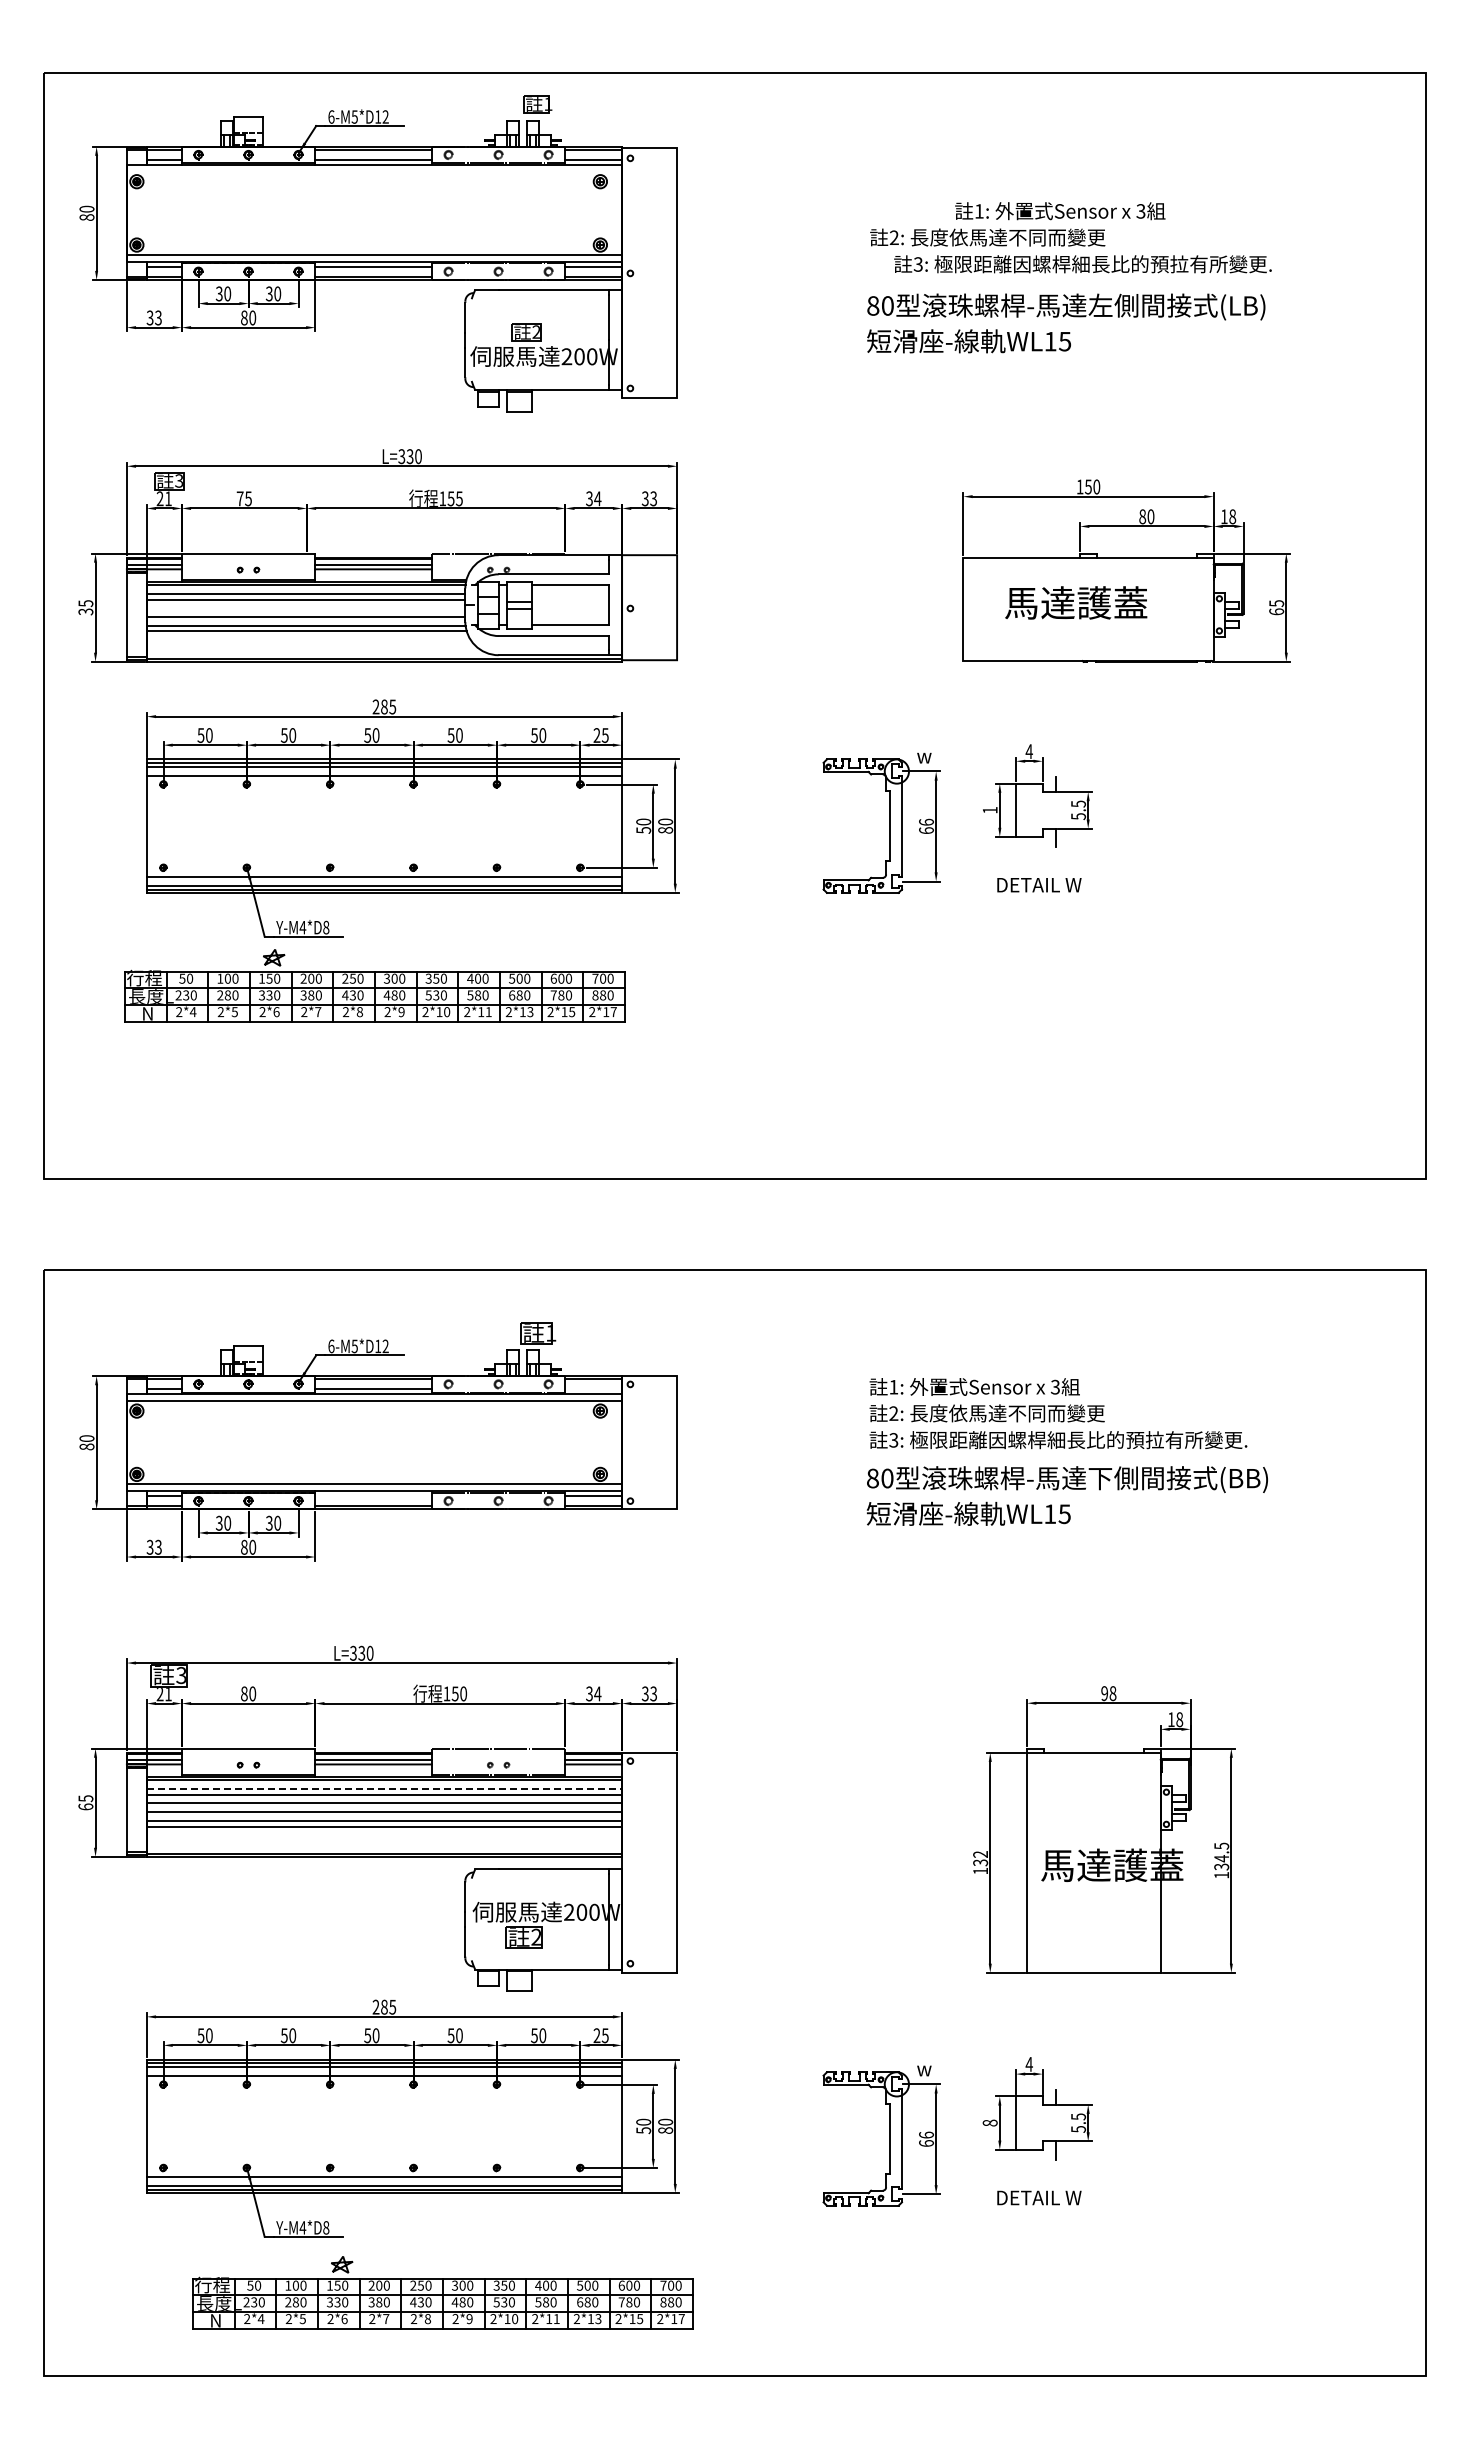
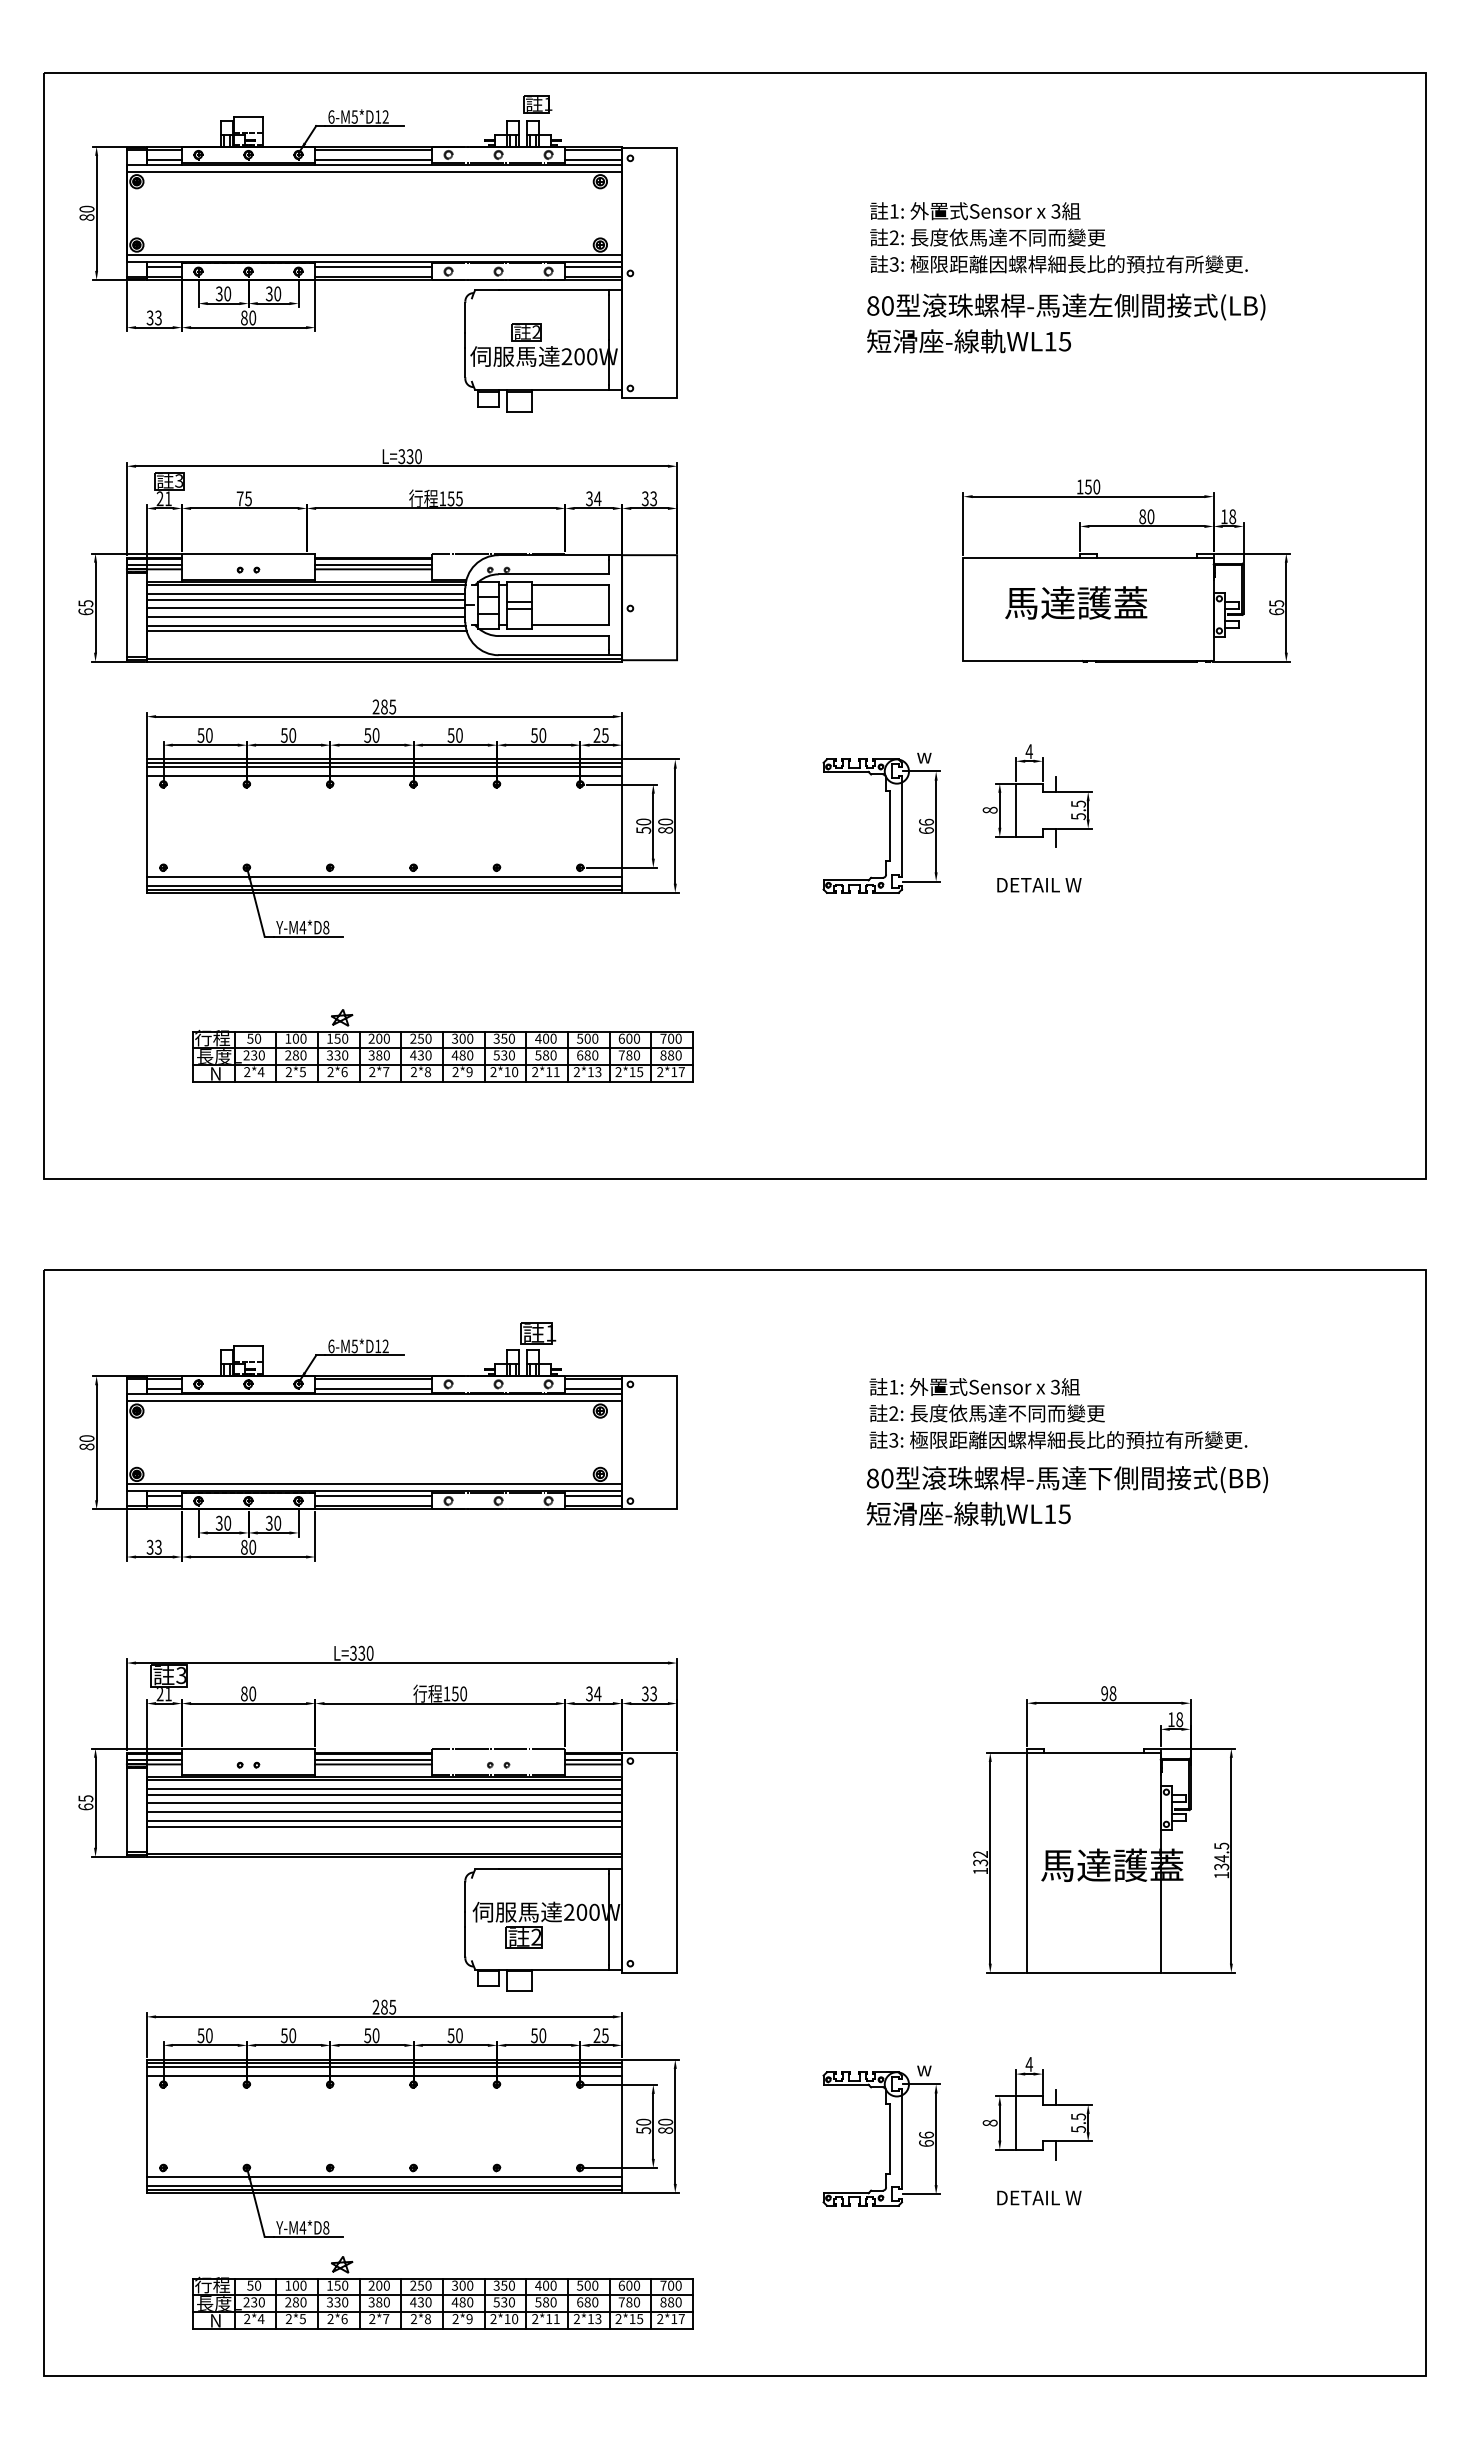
line at (374, 171): none -> present
text at (1060, 211) position: (1060, 211) -> (975, 211)
text at (1082, 264) position: (1082, 264) -> (1058, 264)
line at (305, 608): none -> present
text at (85, 611): 35 -> 65
text at (989, 809): 1 -> 8
part at (374, 985) position: (374, 985) -> (442, 1045)
line at (593, 1389): none -> present
line at (373, 1496): none -> present
line at (384, 1789): dashed -> solid
